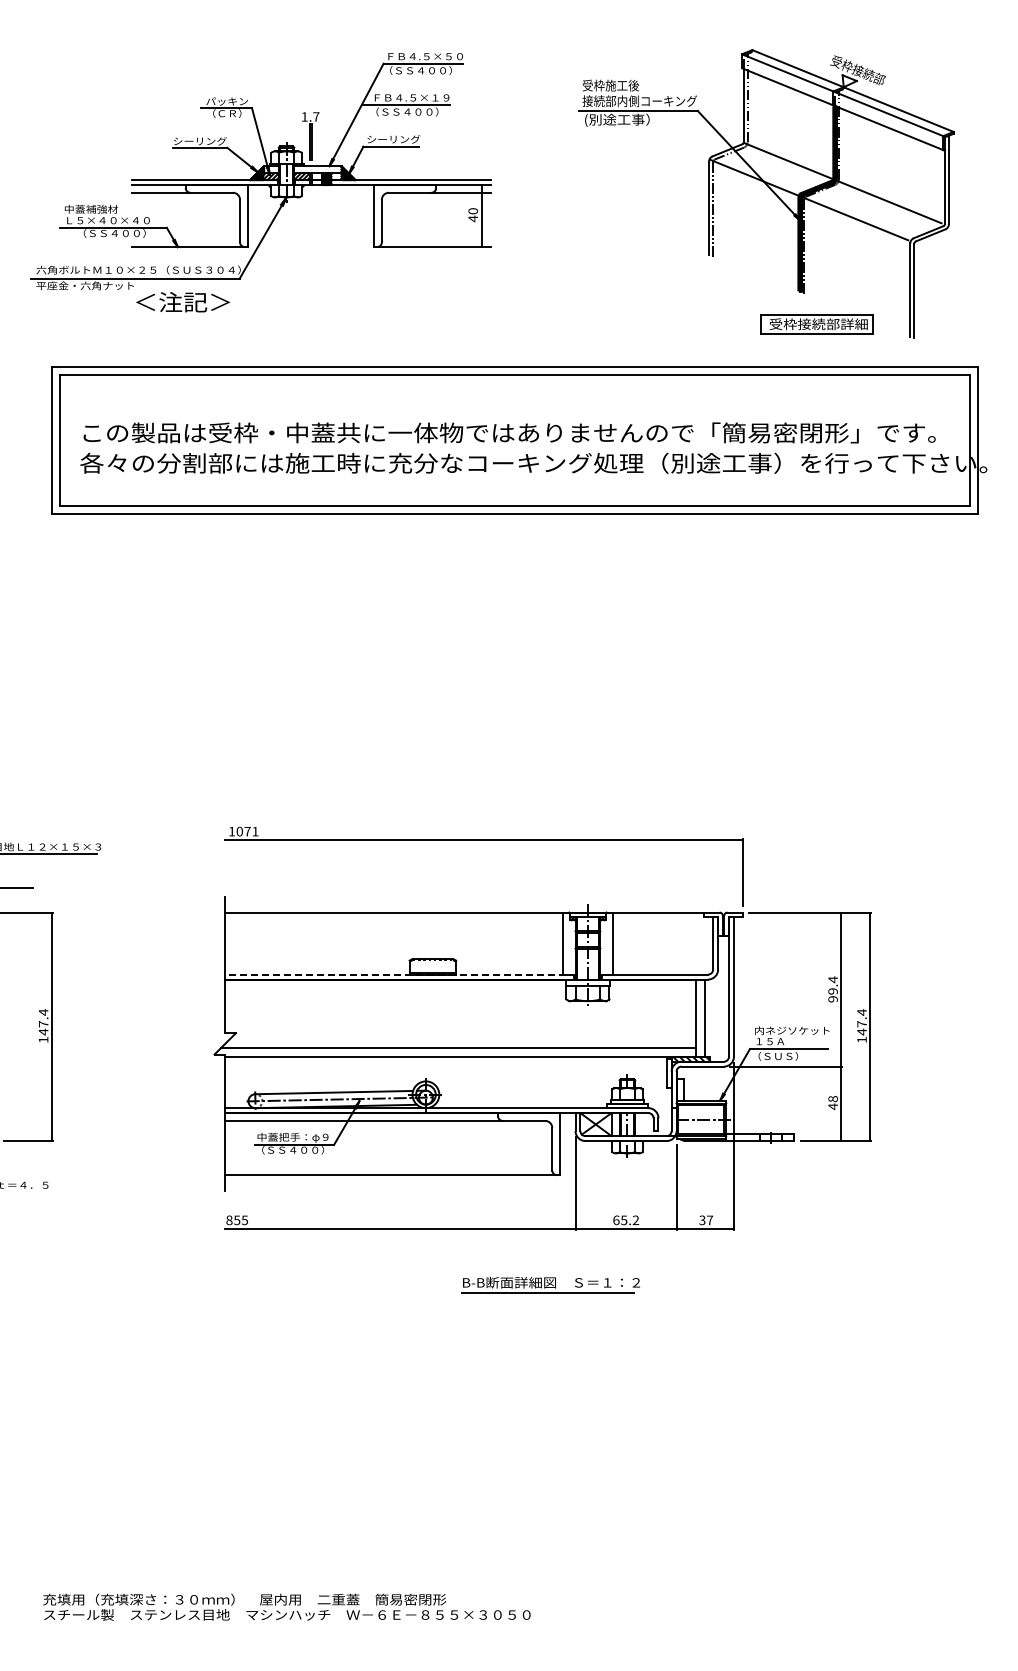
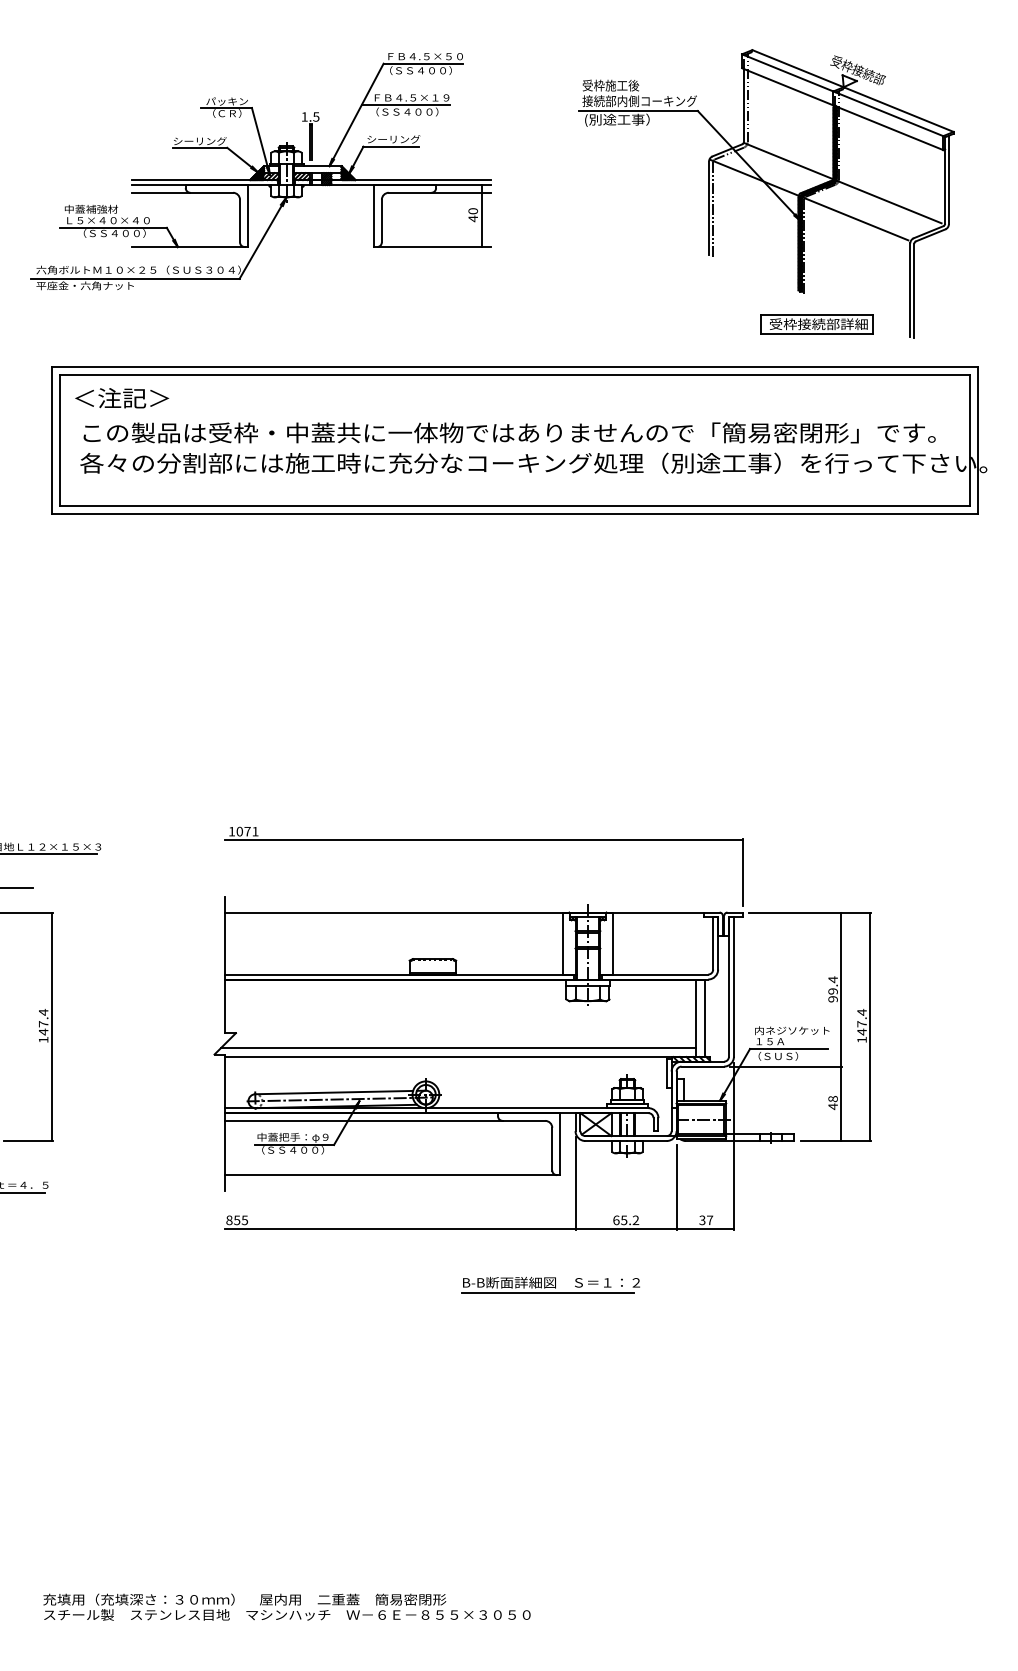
text at (316, 116): 1.7 -> 1.5
text at (183, 302) position: (183, 302) -> (122, 398)
line at (401, 974): dashed -> solid
line at (23, 1192): none -> present
